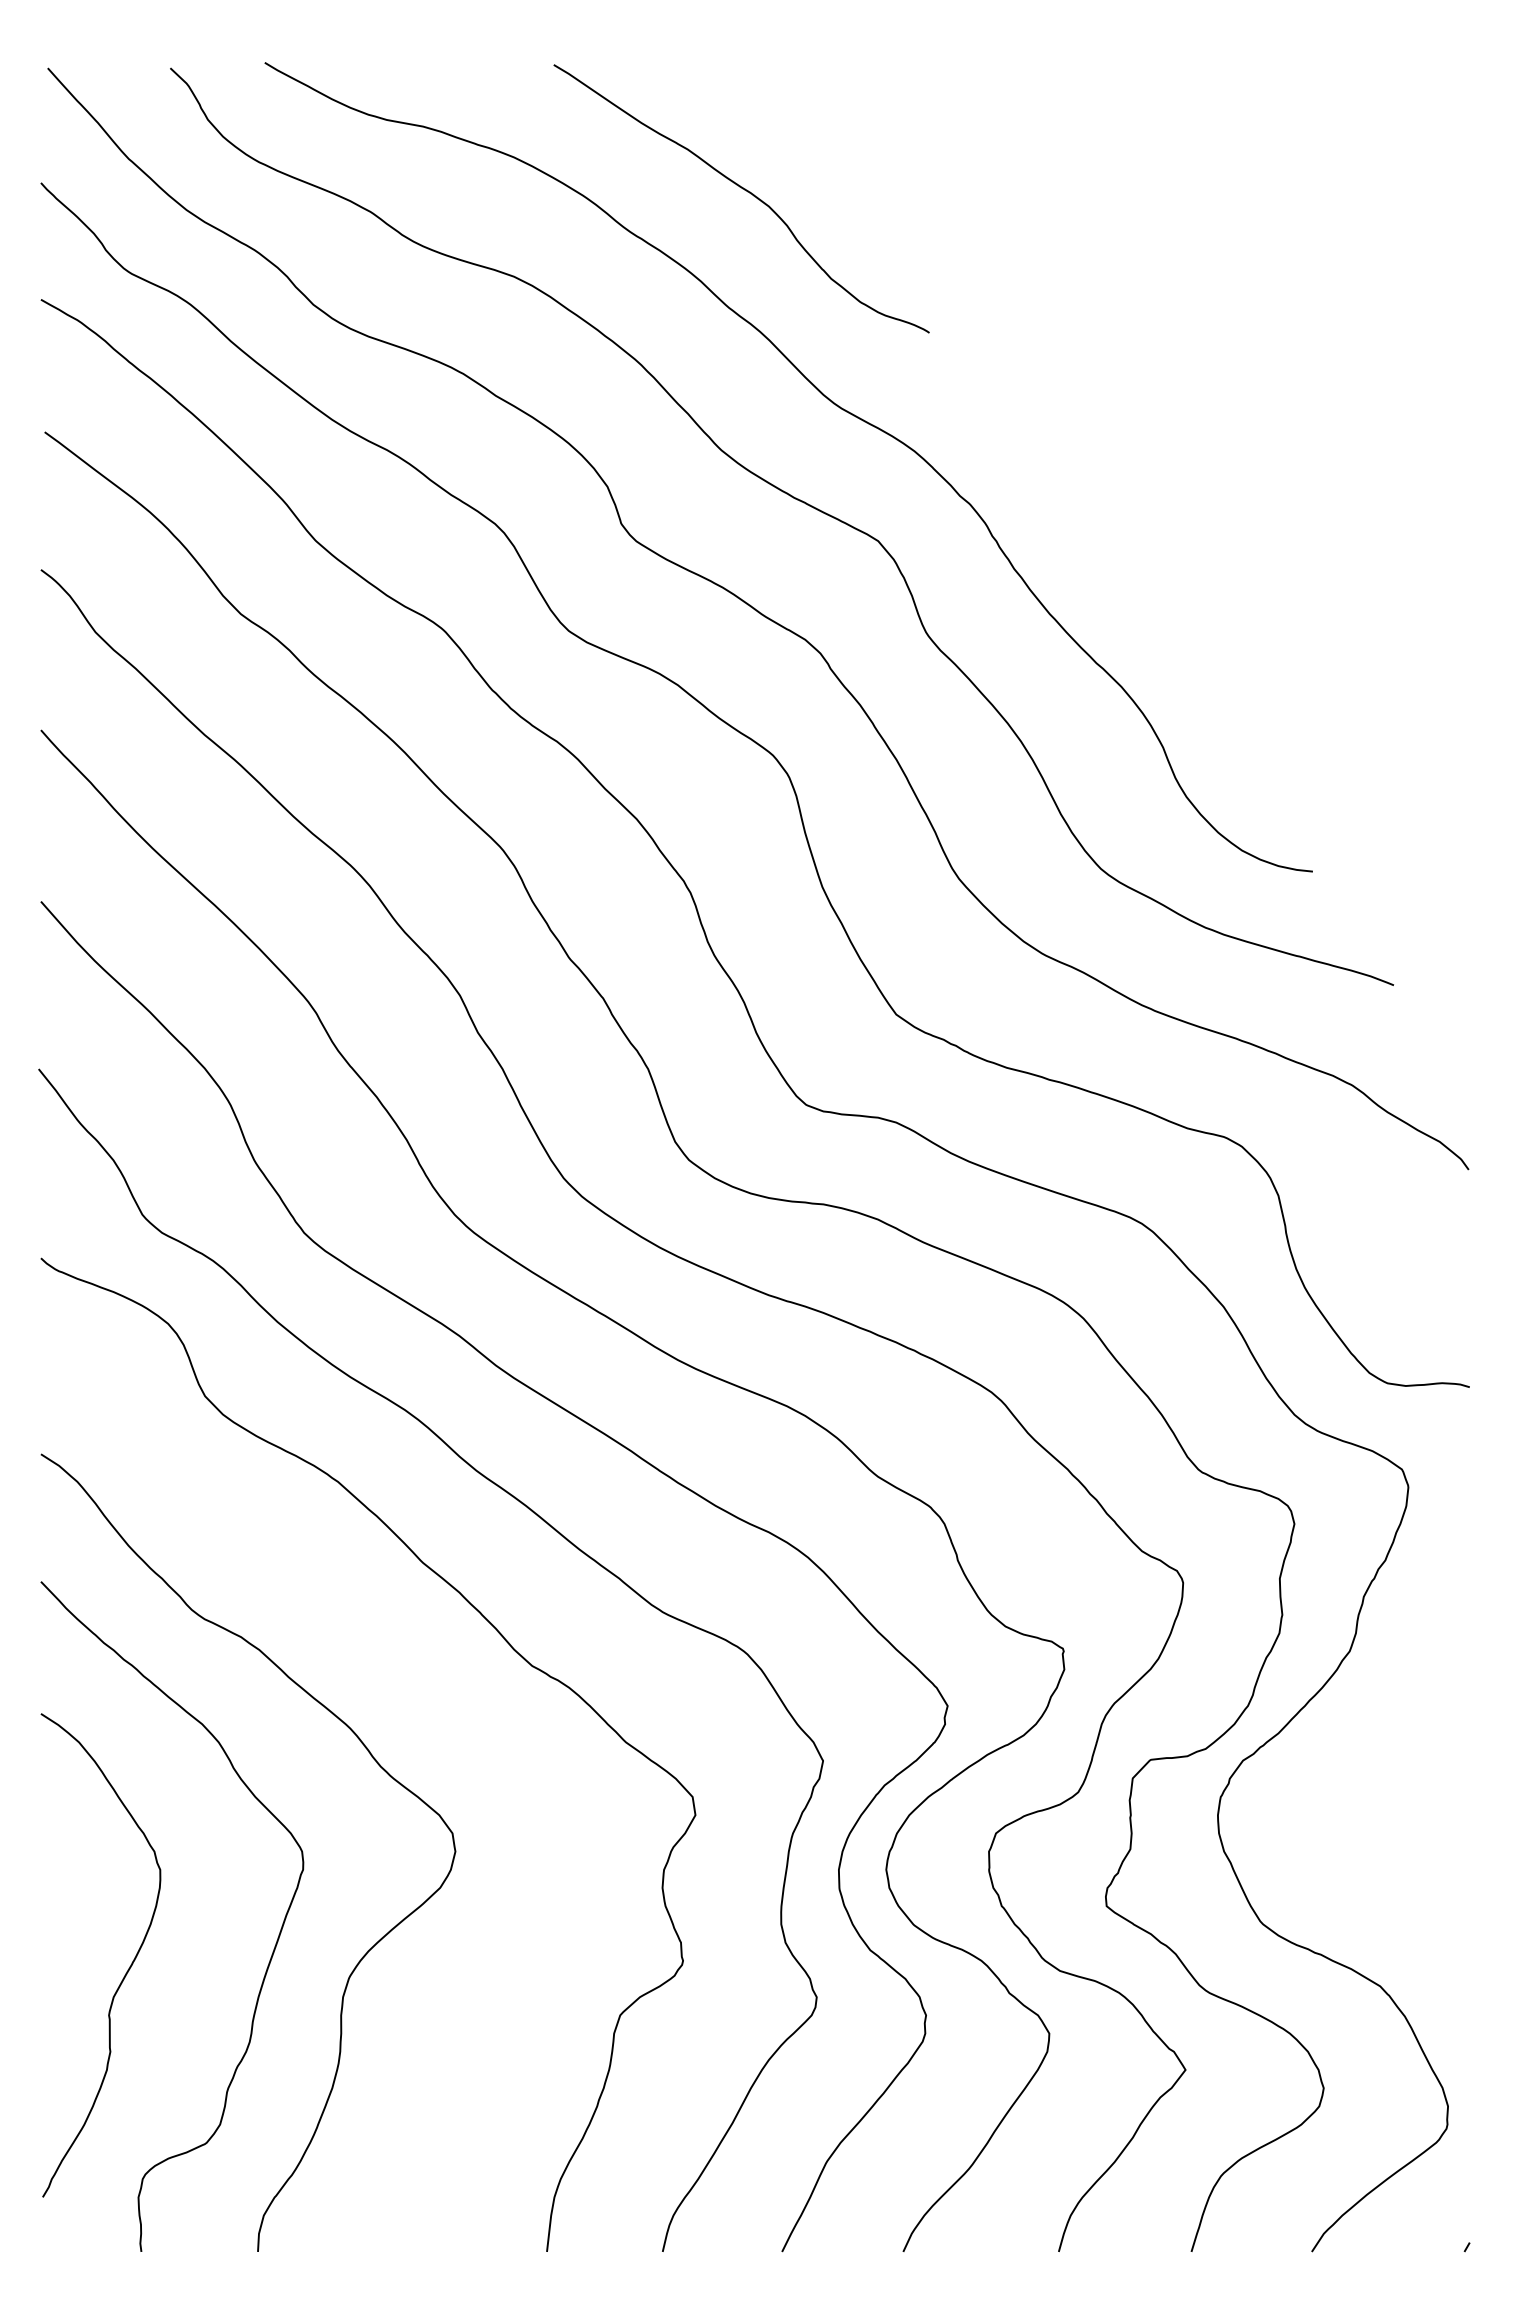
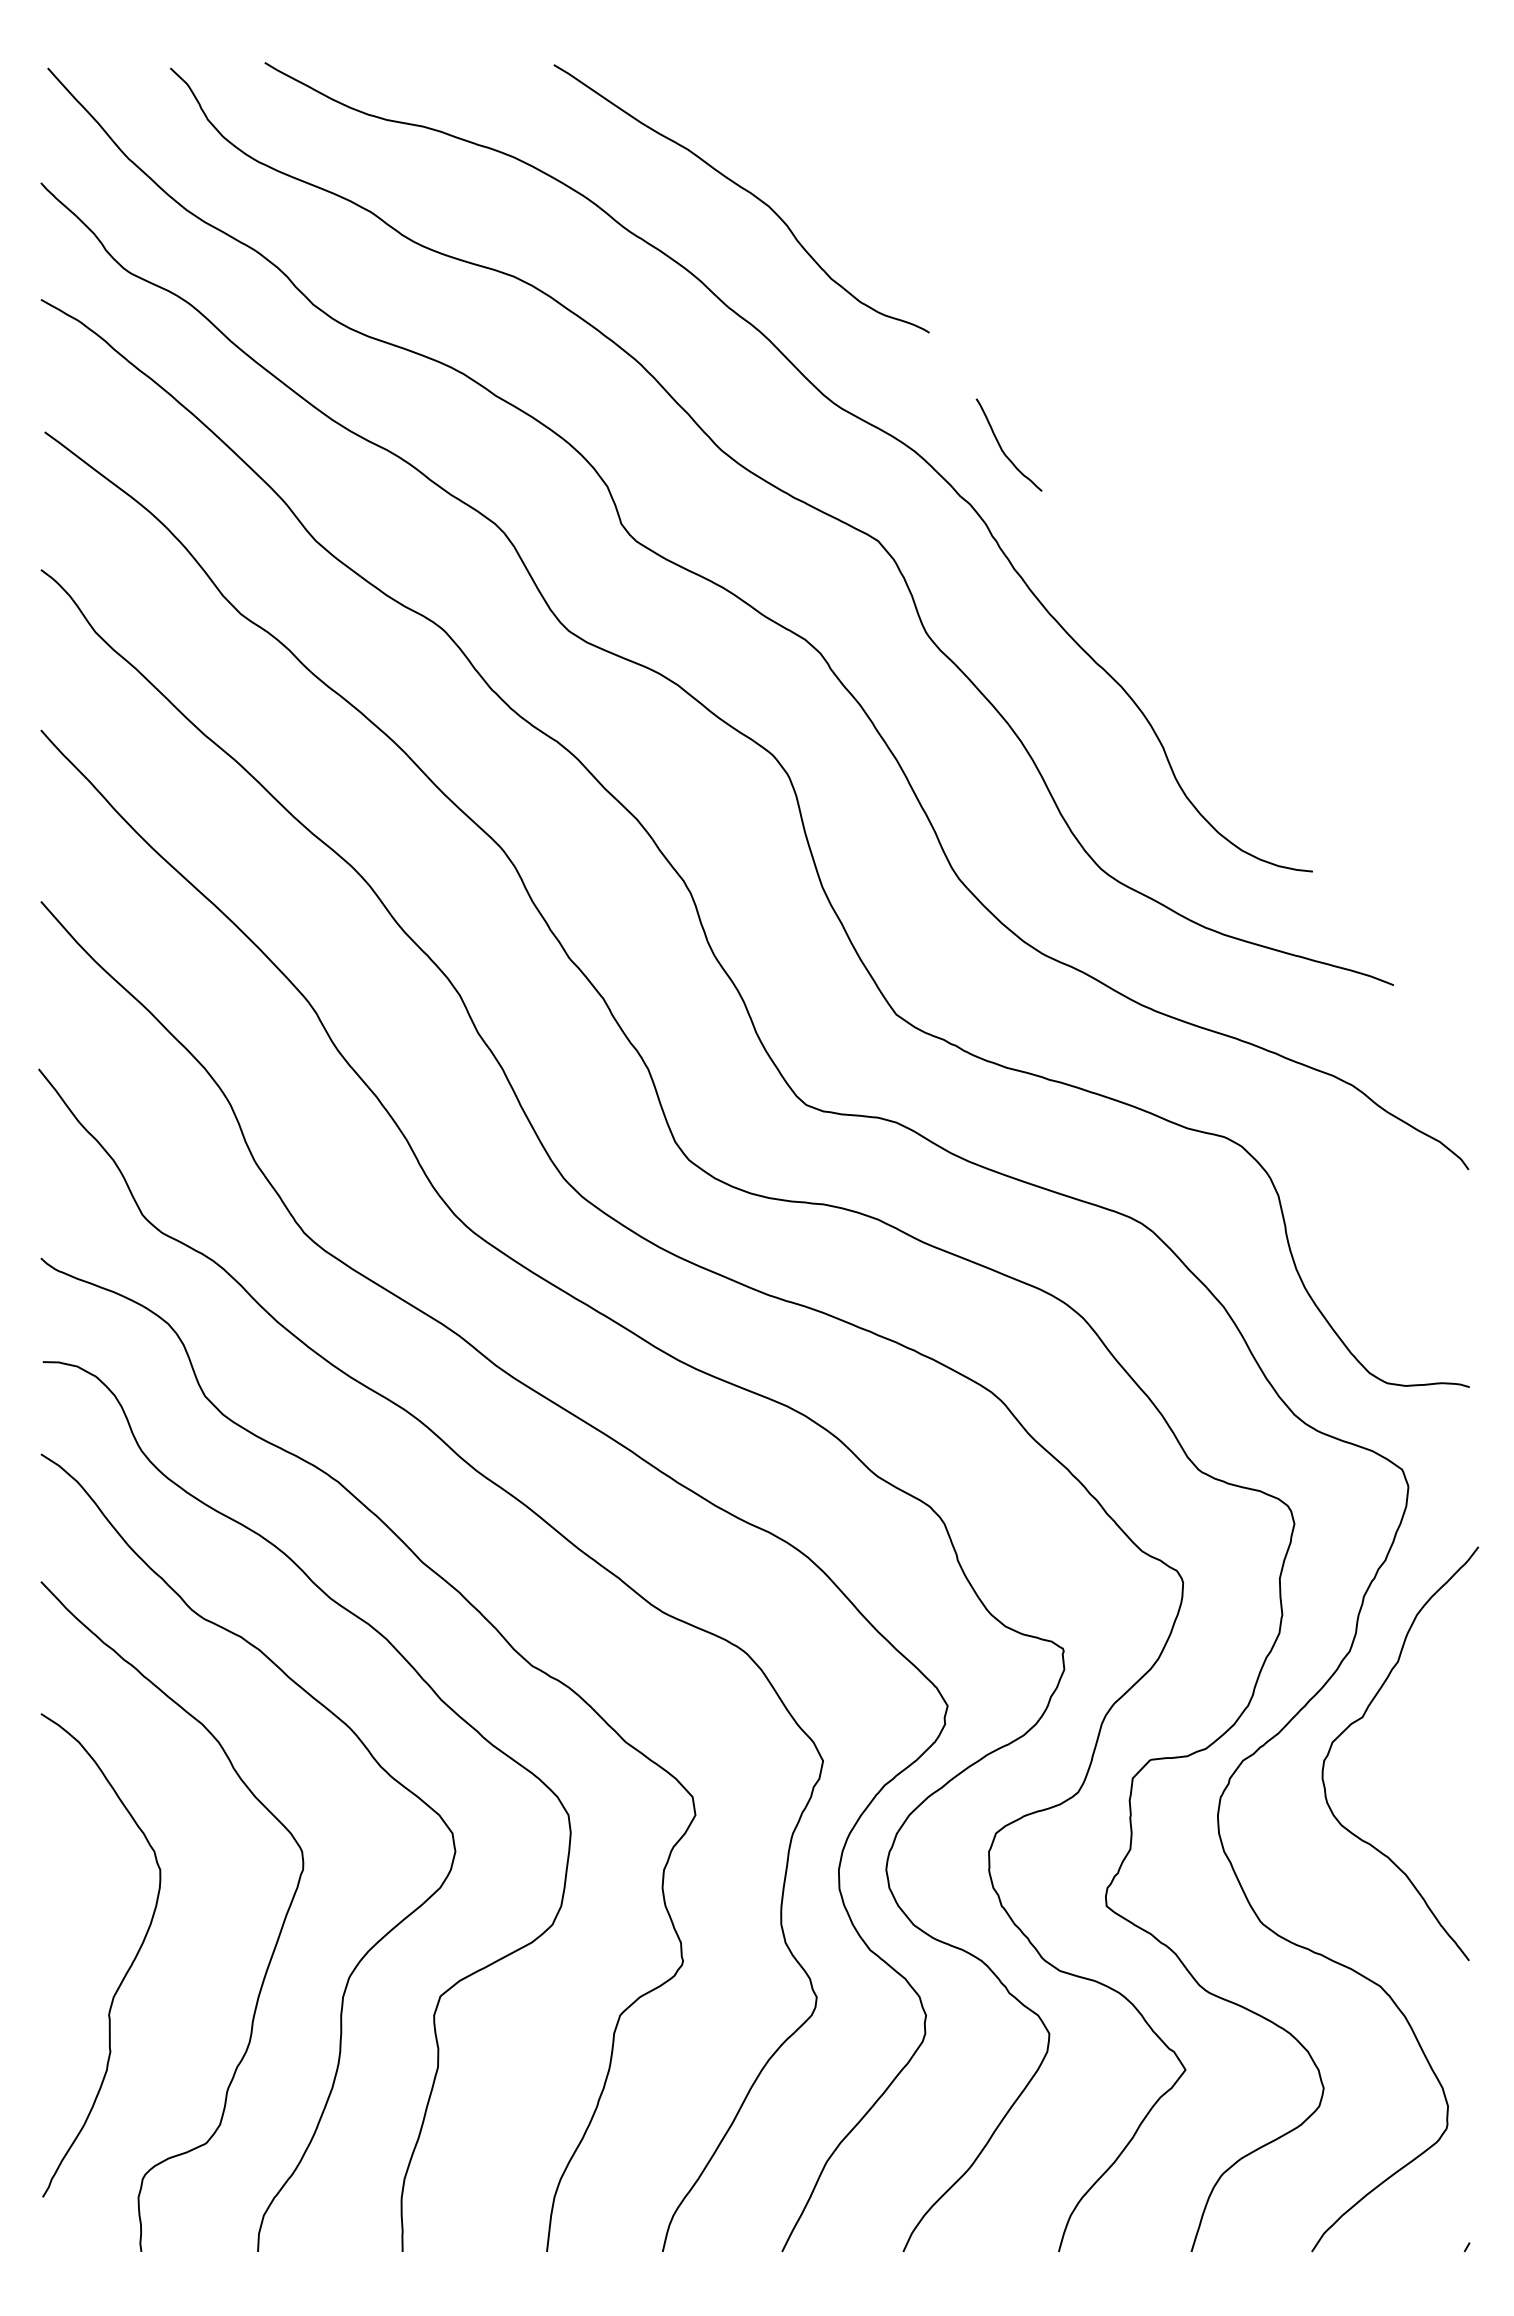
curve at (1002, 448): none -> present
curve at (437, 1697): none -> present
curve at (1363, 1717): none -> present
